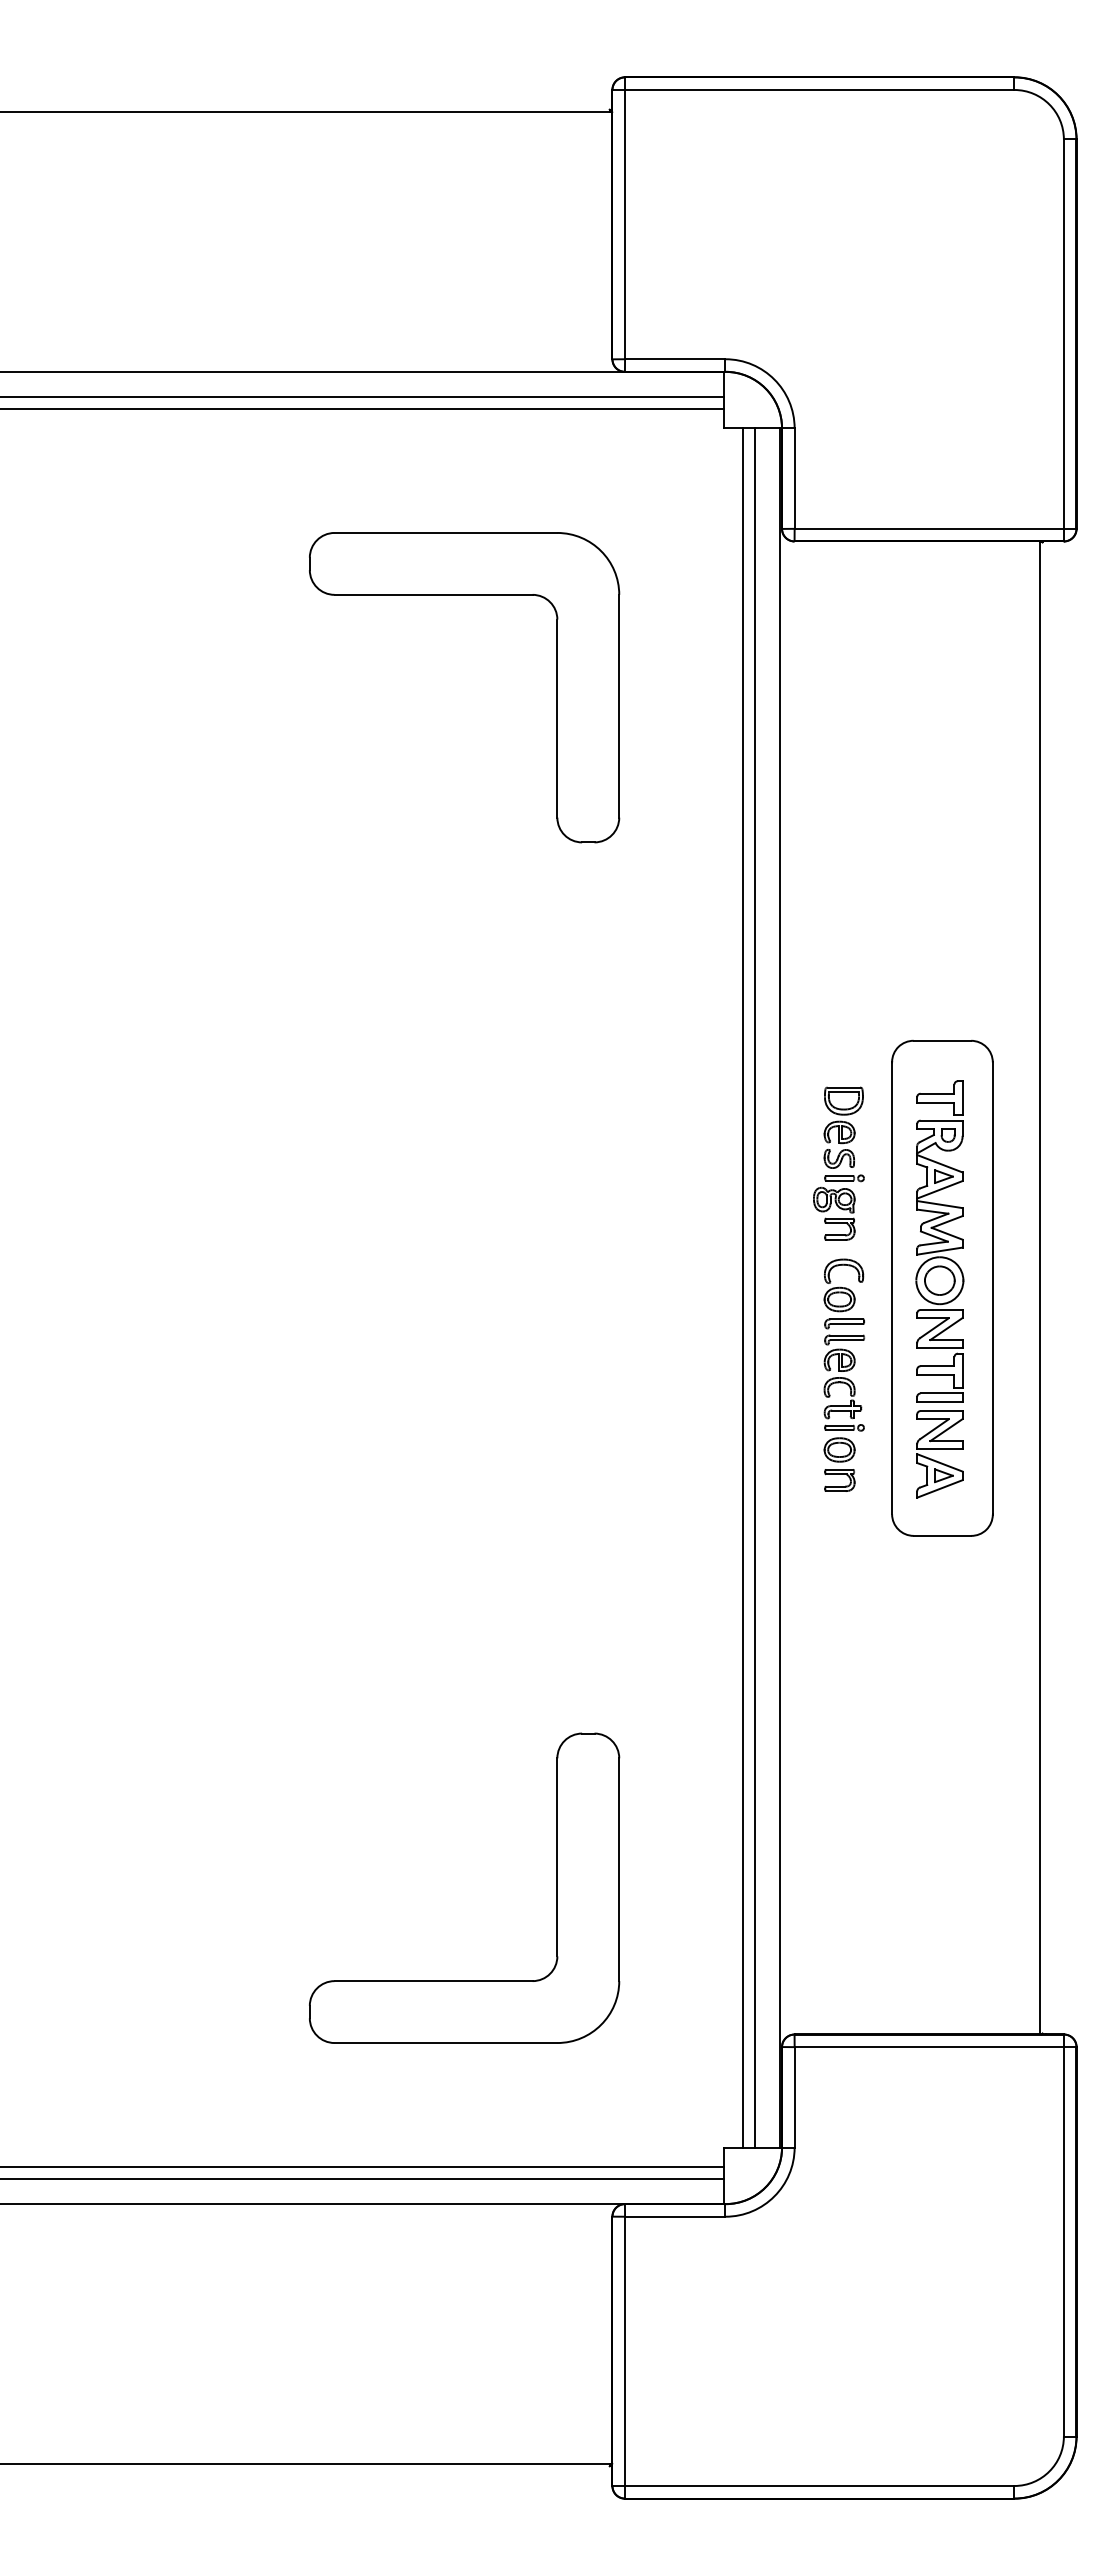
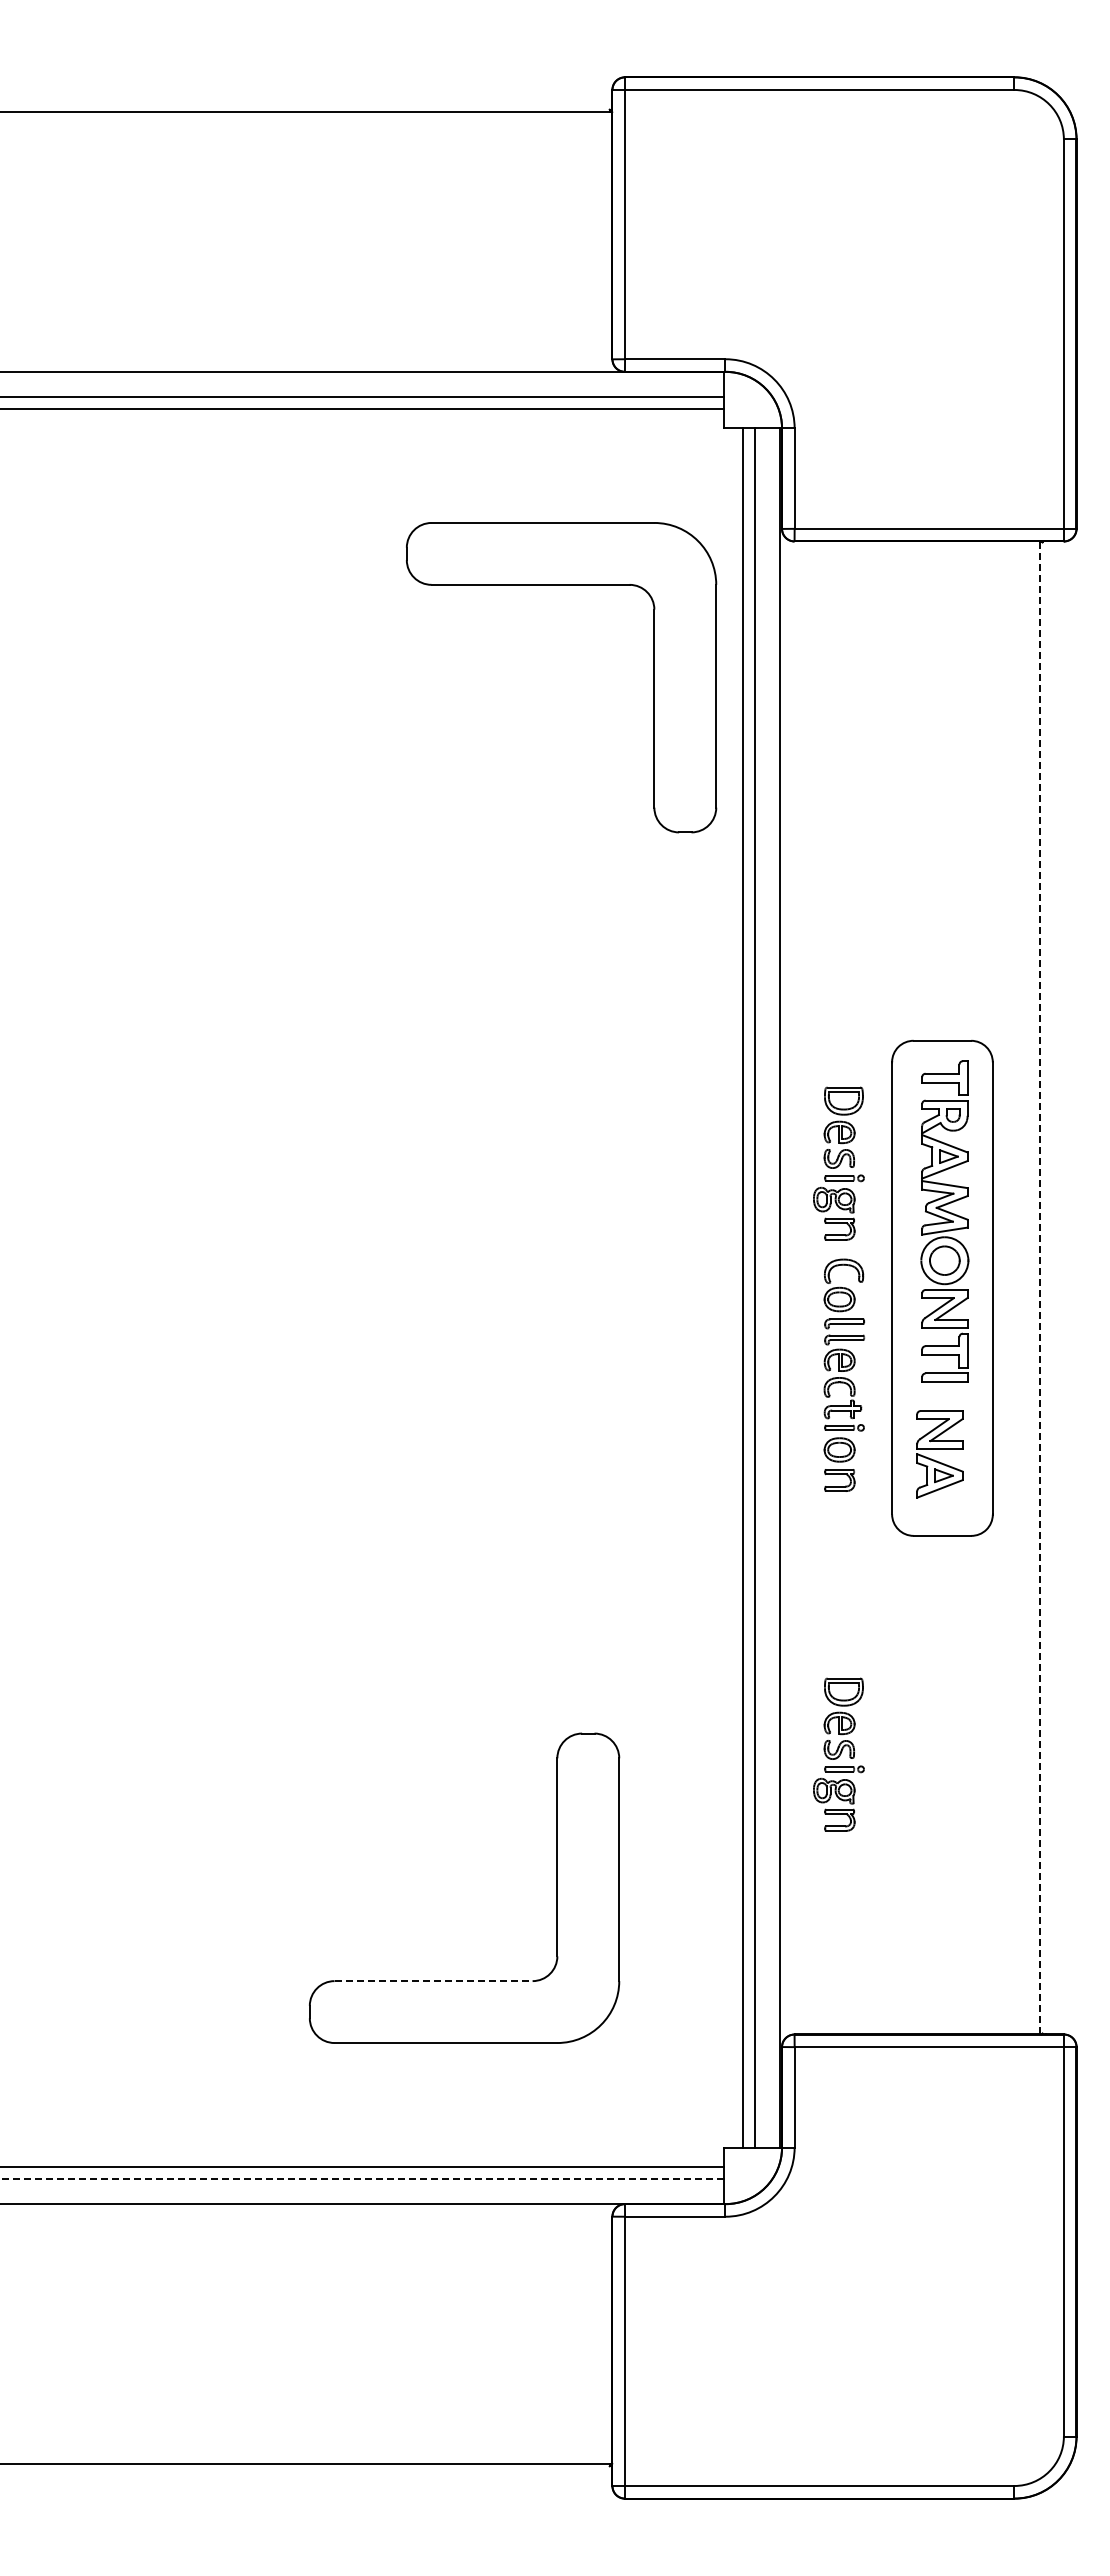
part at (464, 595) position: (464, 595) -> (561, 585)
part at (939, 1241) position: (939, 1241) -> (944, 1221)
line at (1040, 1287): solid -> dashed
part at (838, 1754): none -> present
line at (434, 1981): solid -> dashed
line at (362, 2179): solid -> dashed
